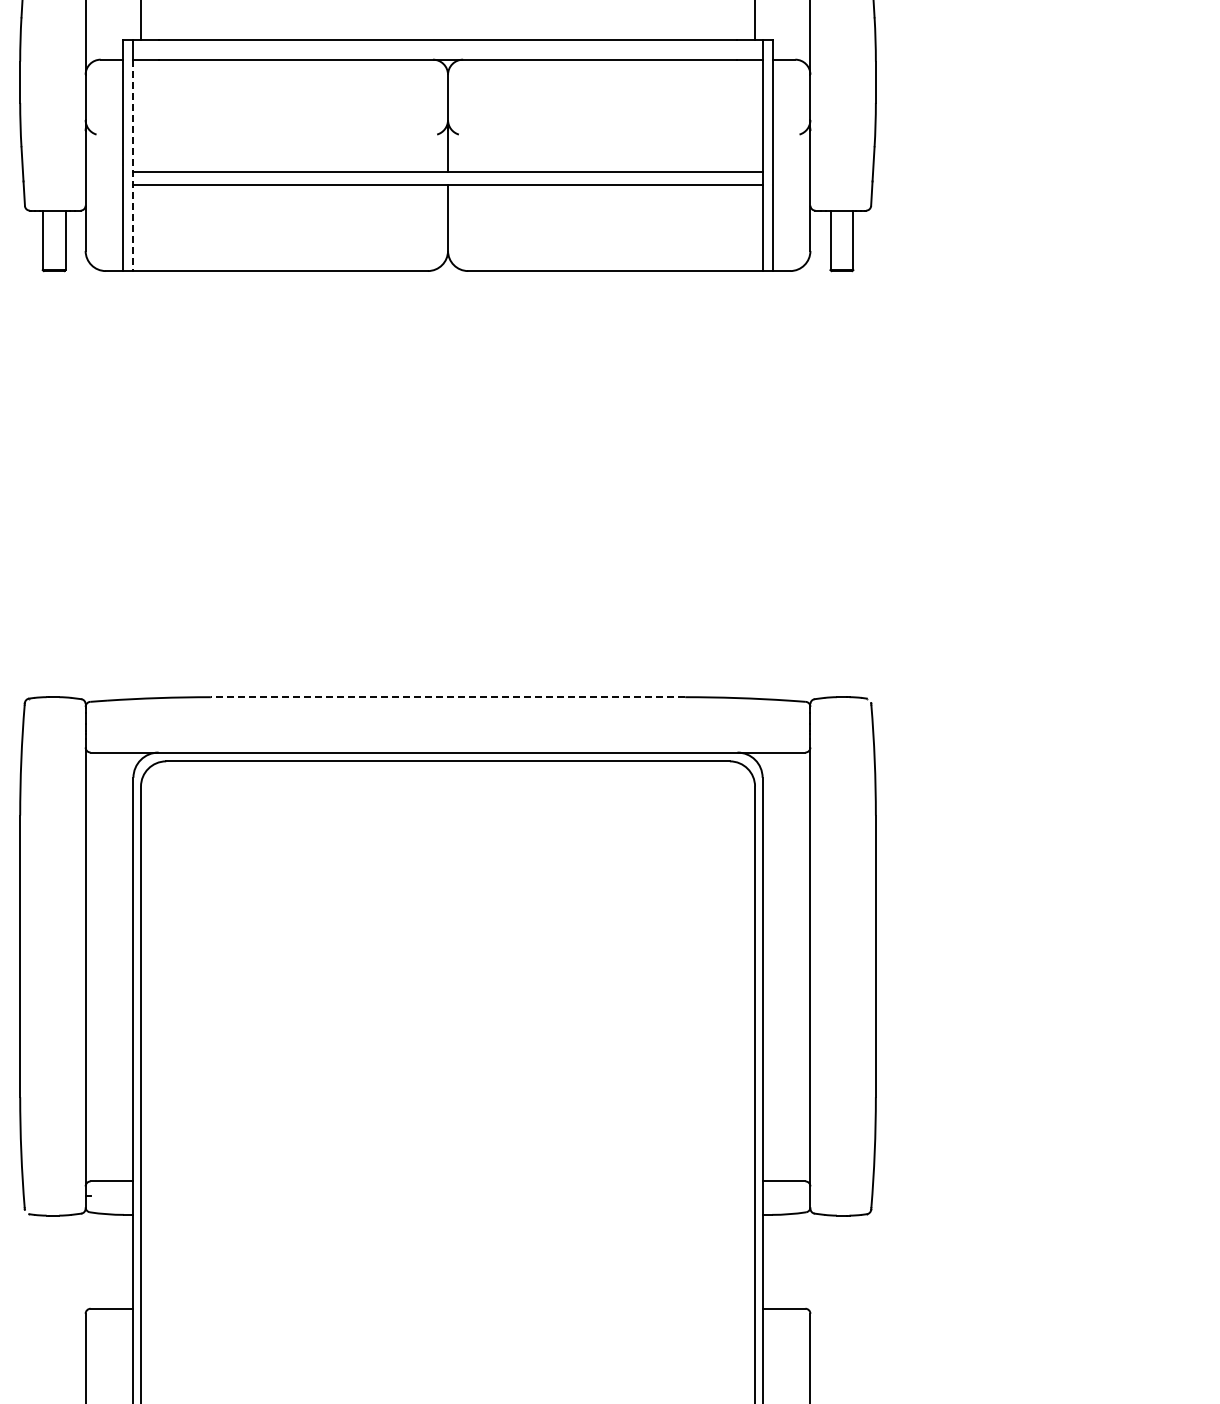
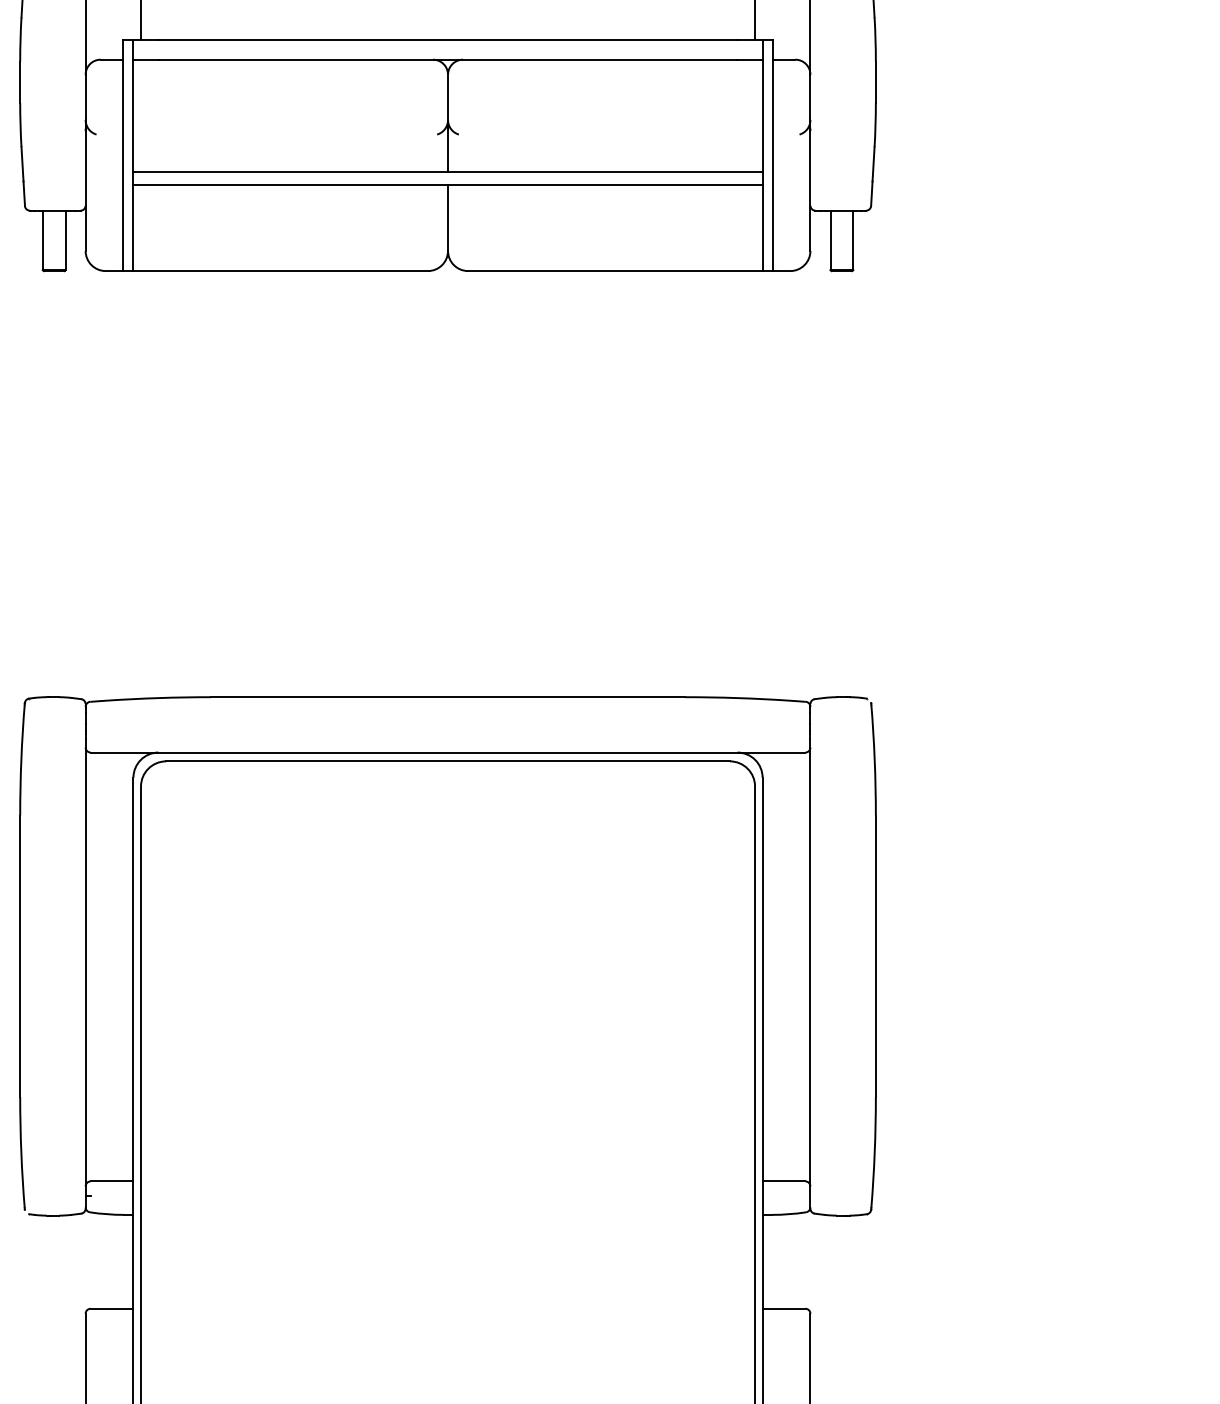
line at (133, 165): dashed -> solid
line at (447, 697): dashed -> solid
